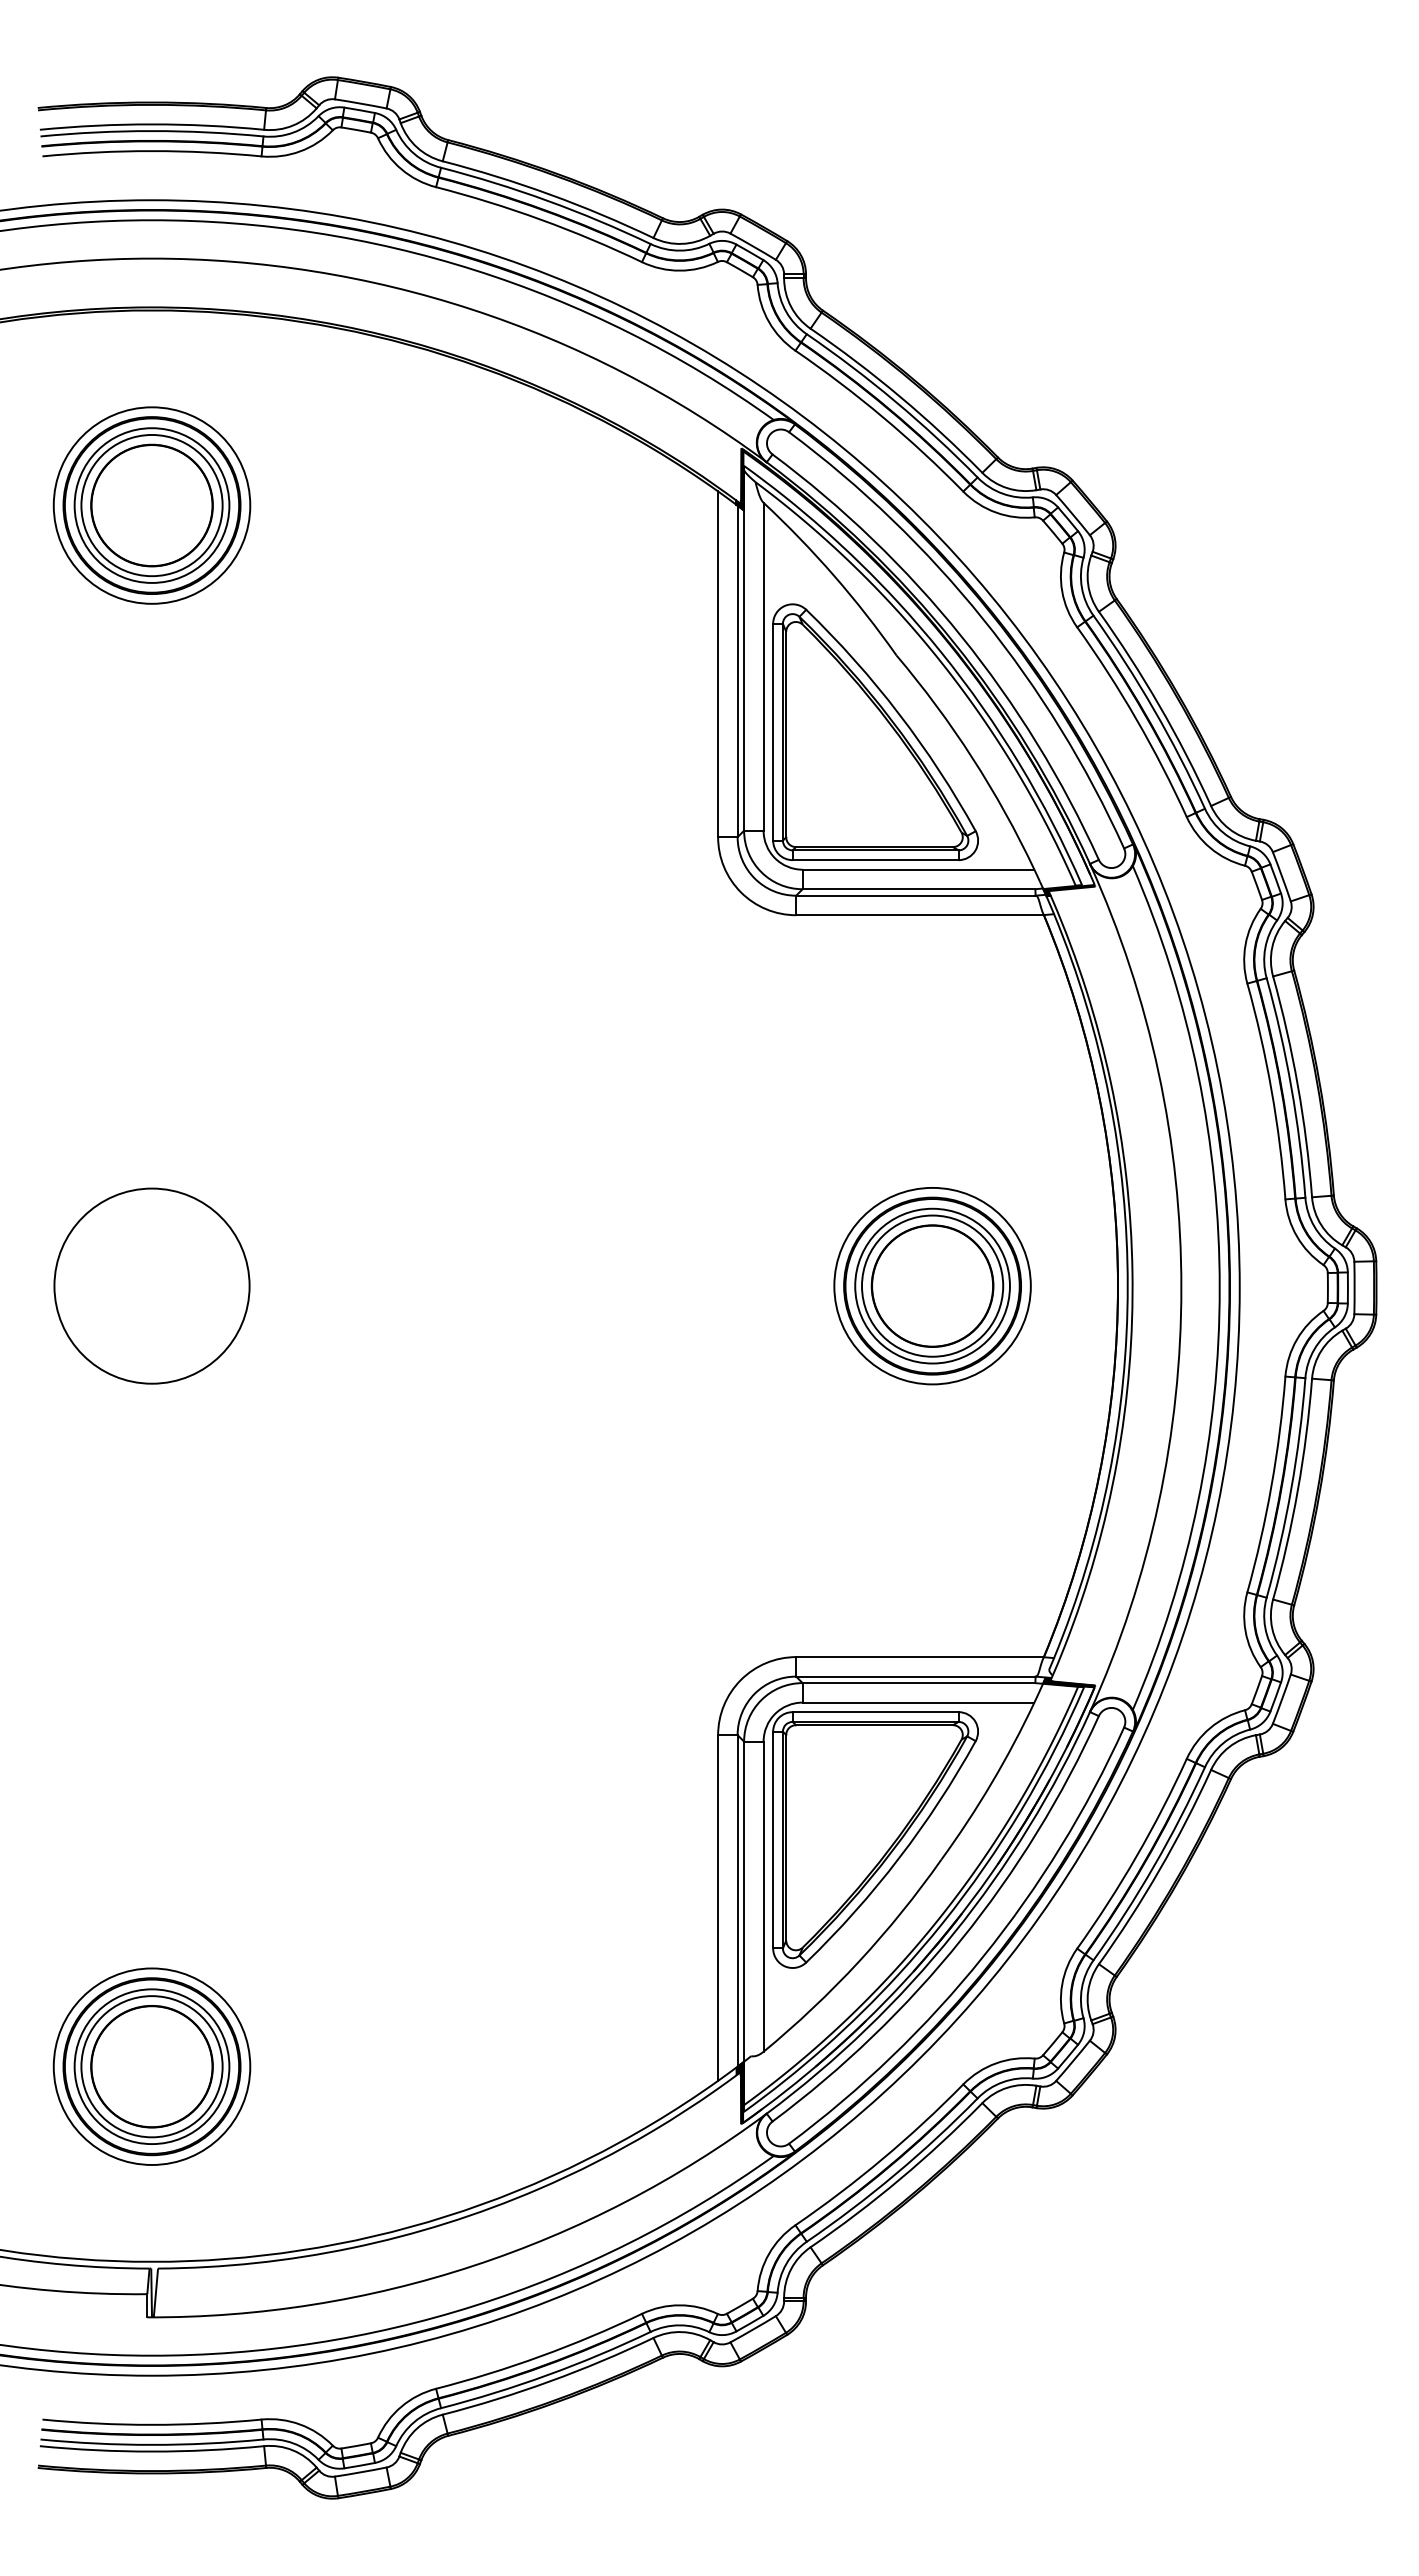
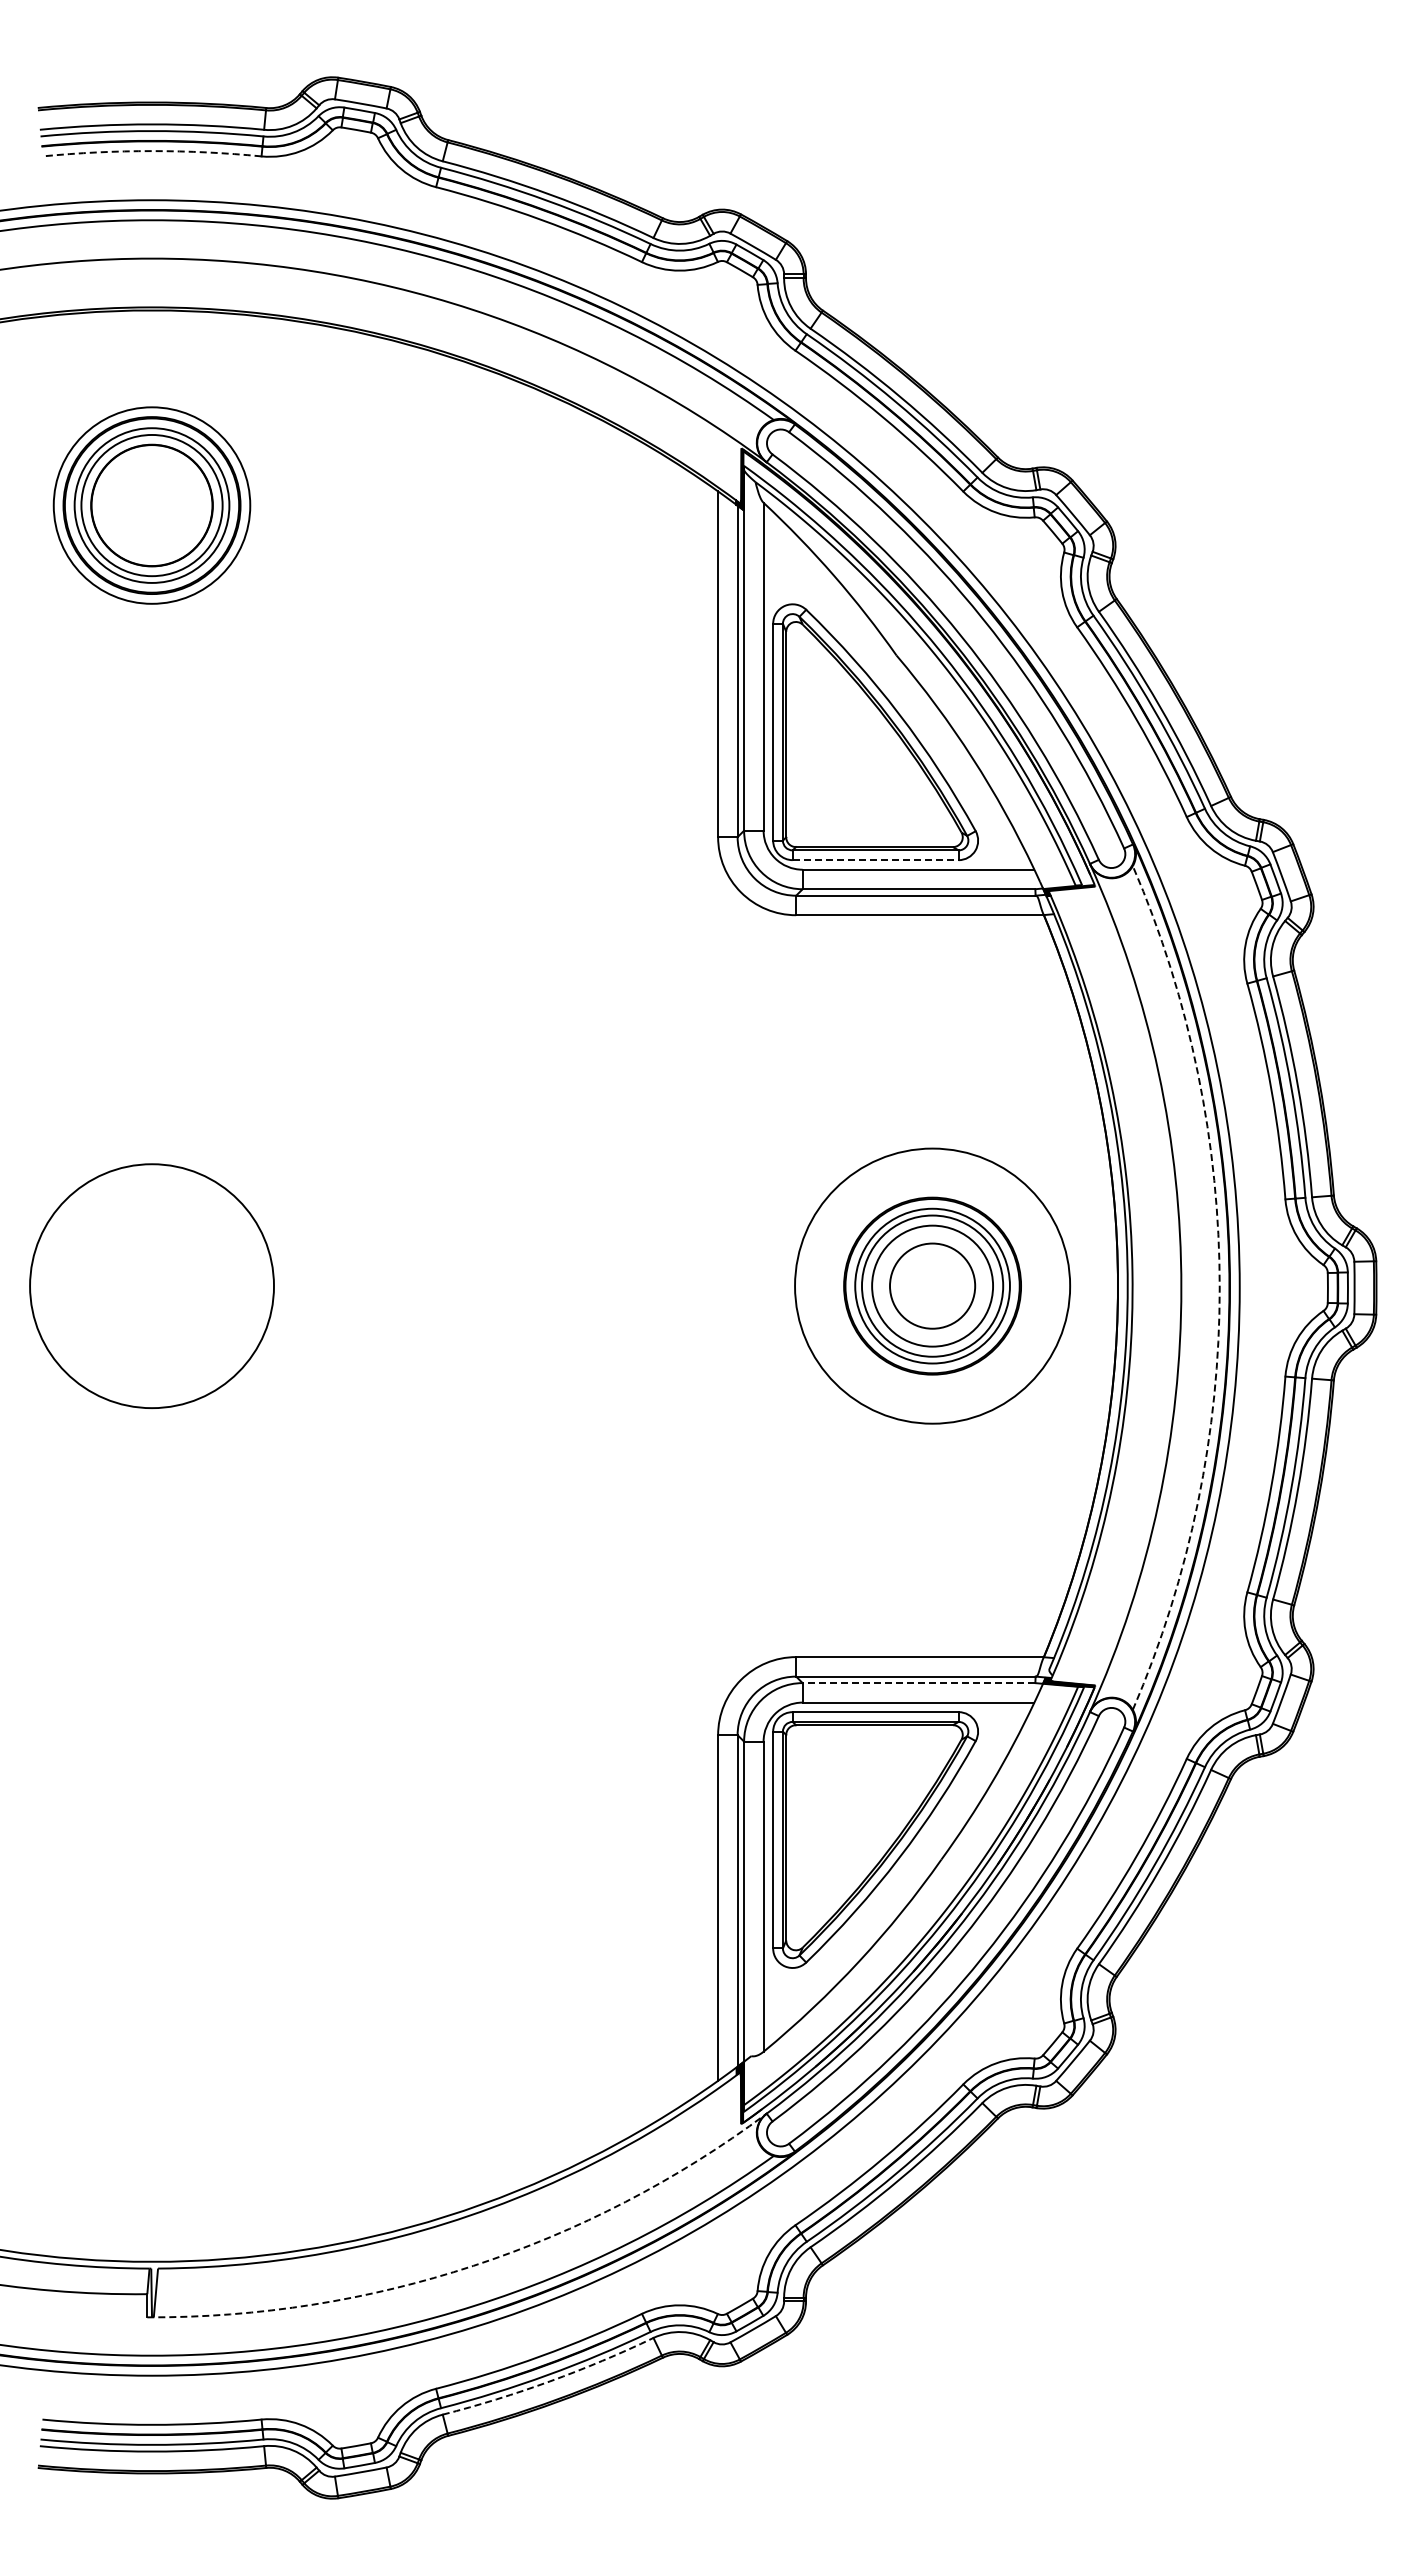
arc at (152, 151): solid -> dashed
line at (875, 860): solid -> dashed
circle at (151, 1285) size: 198x198 px -> 246x246 px
circle at (932, 1285) diameter: 197 px -> 275 px
circle at (932, 1286) diameter: 122 px -> 85 px
arc at (1219, 1287): solid -> dashed
line at (918, 1683): solid -> dashed
part at (151, 2066): present -> none
arc at (473, 2265): solid -> dashed
arc at (549, 2381): solid -> dashed
